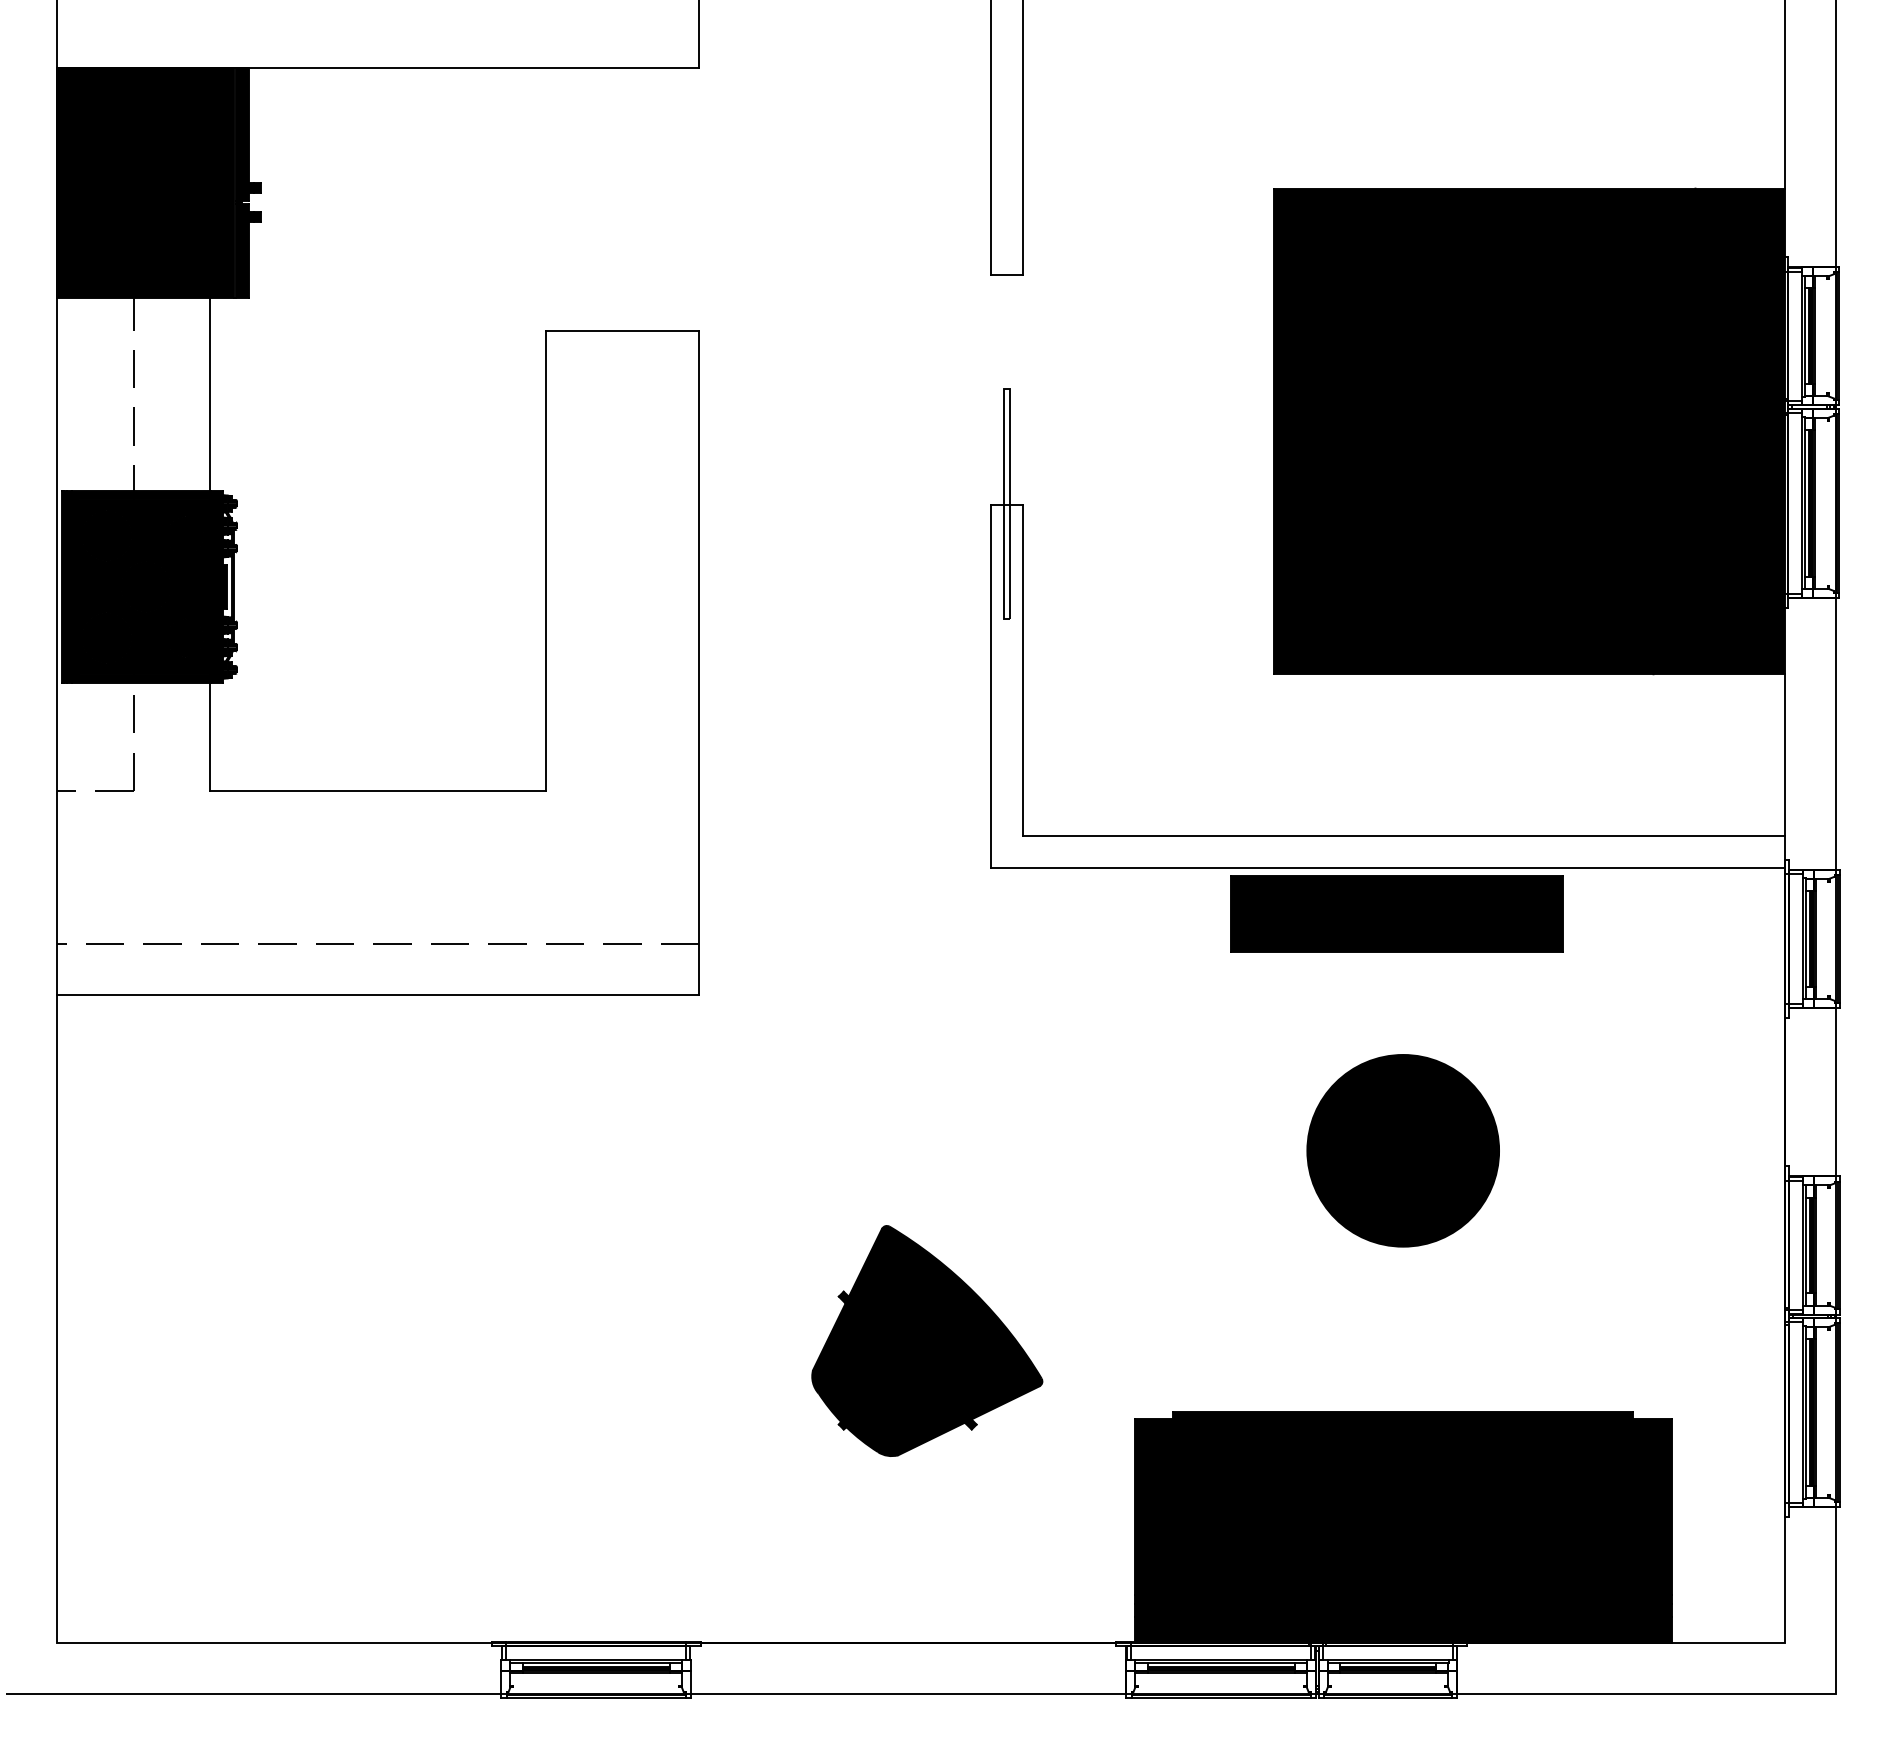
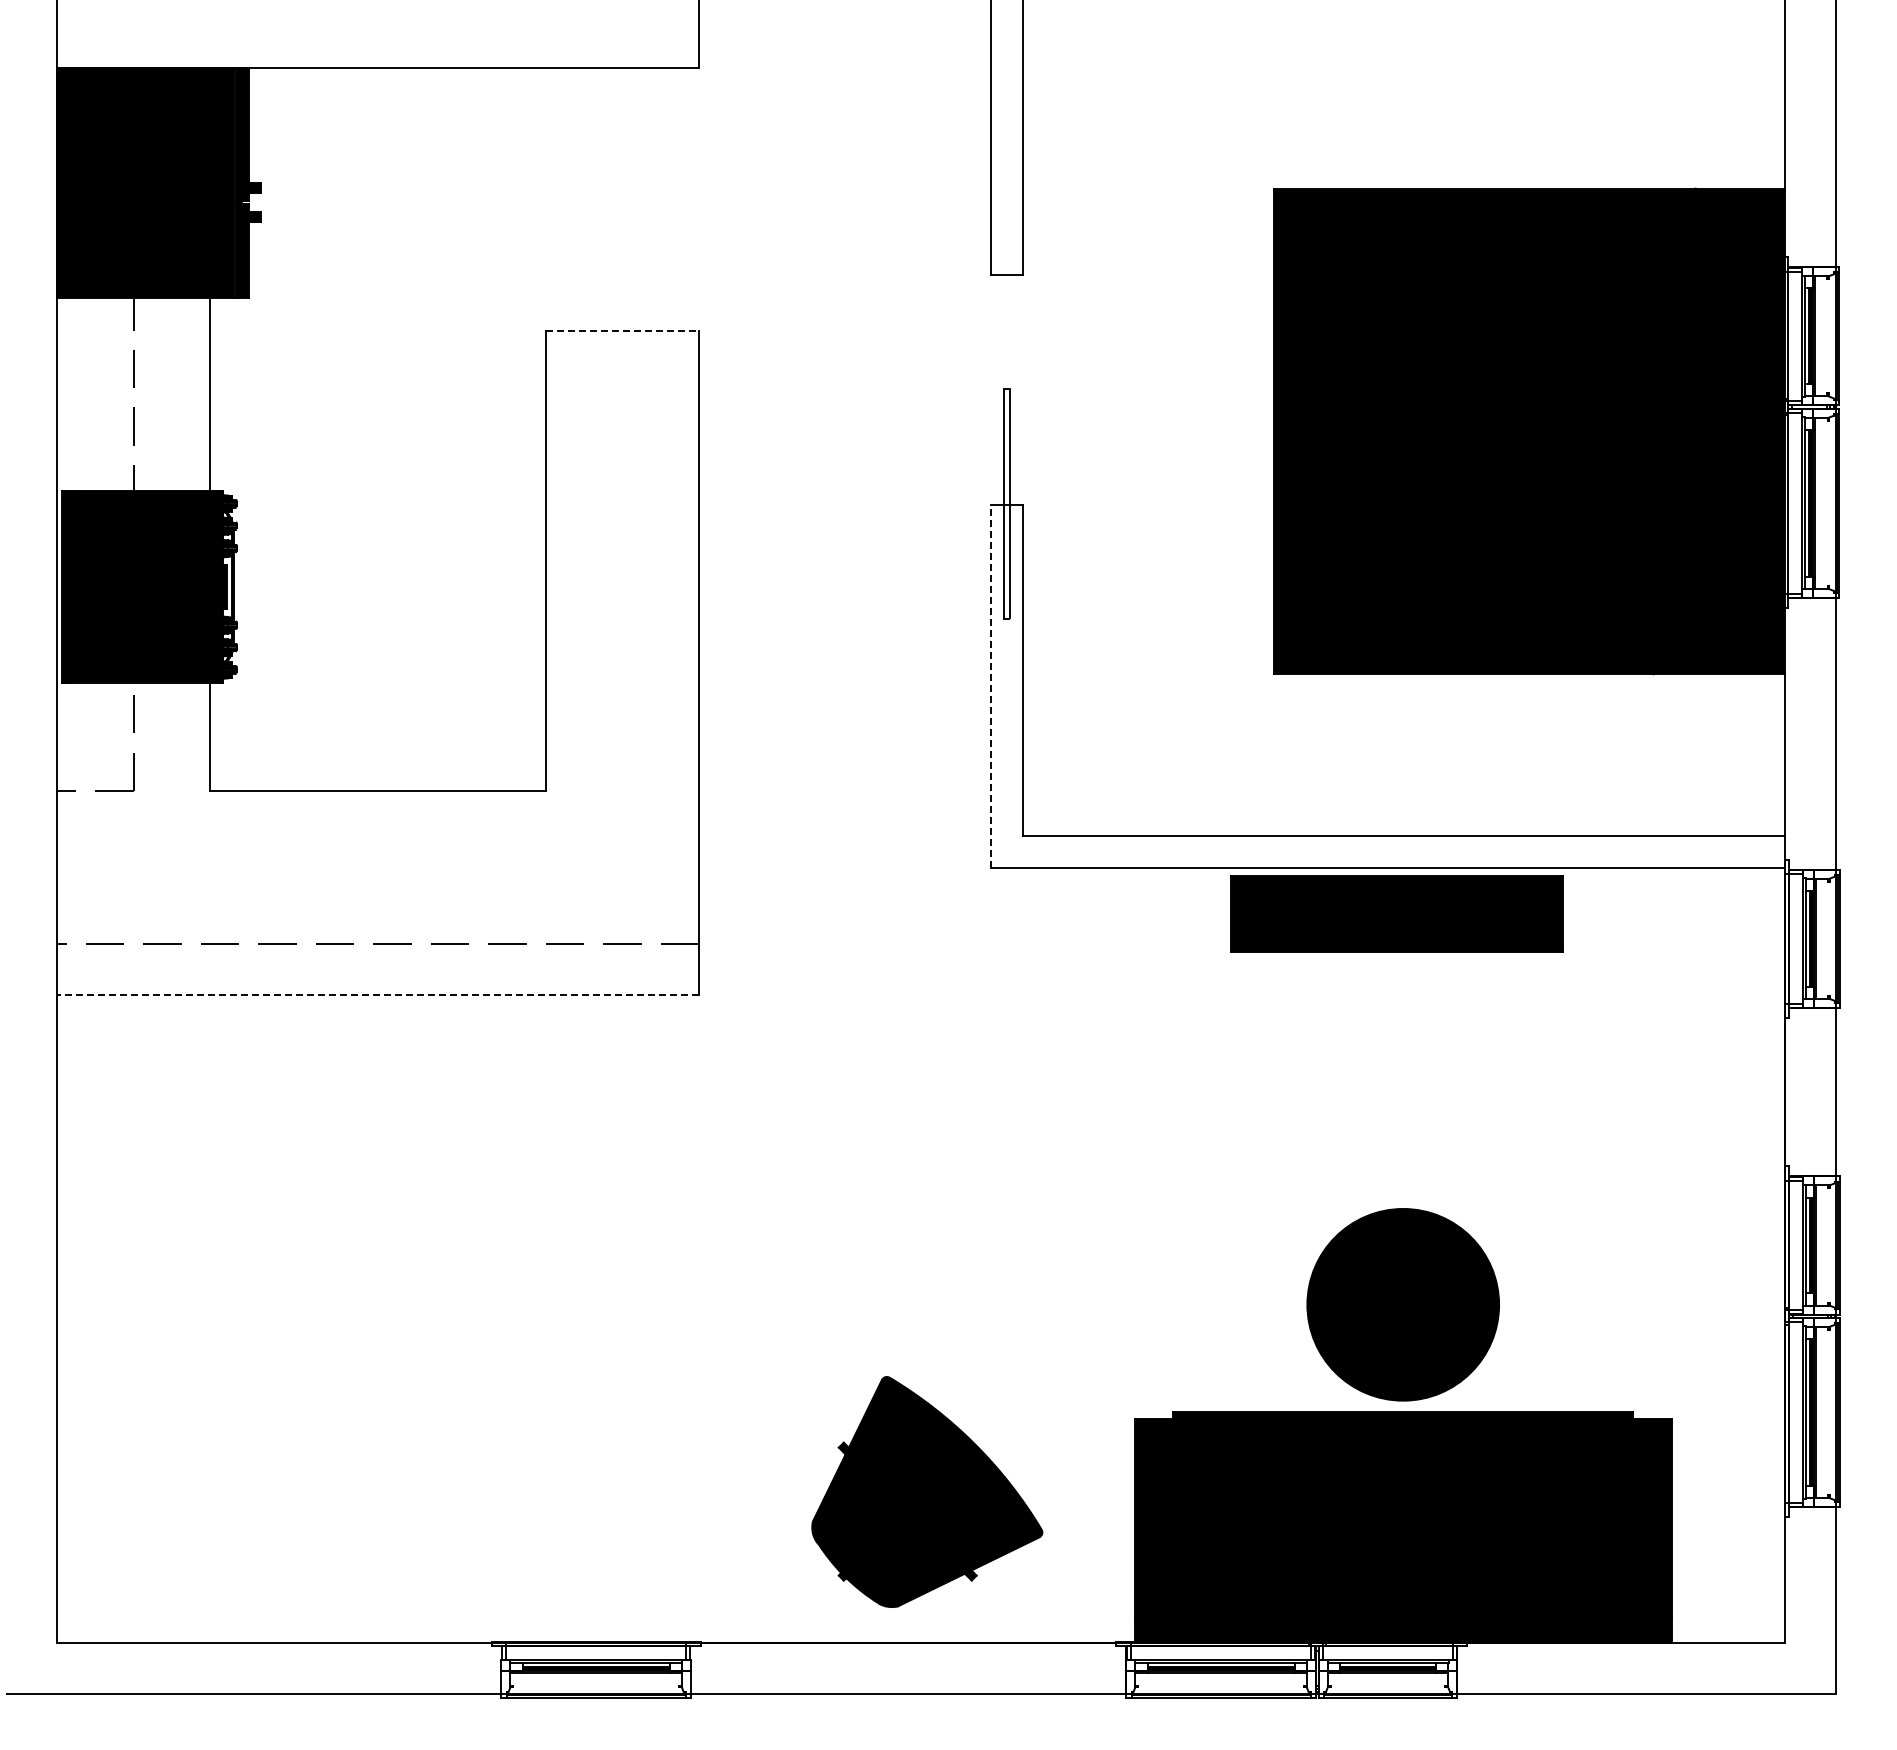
line at (622, 330): solid -> dashed
line at (990, 685): solid -> dashed
line at (377, 995): solid -> dashed
part at (1402, 1150) position: (1402, 1150) -> (1402, 1304)
part at (927, 1340) position: (927, 1340) -> (927, 1491)
